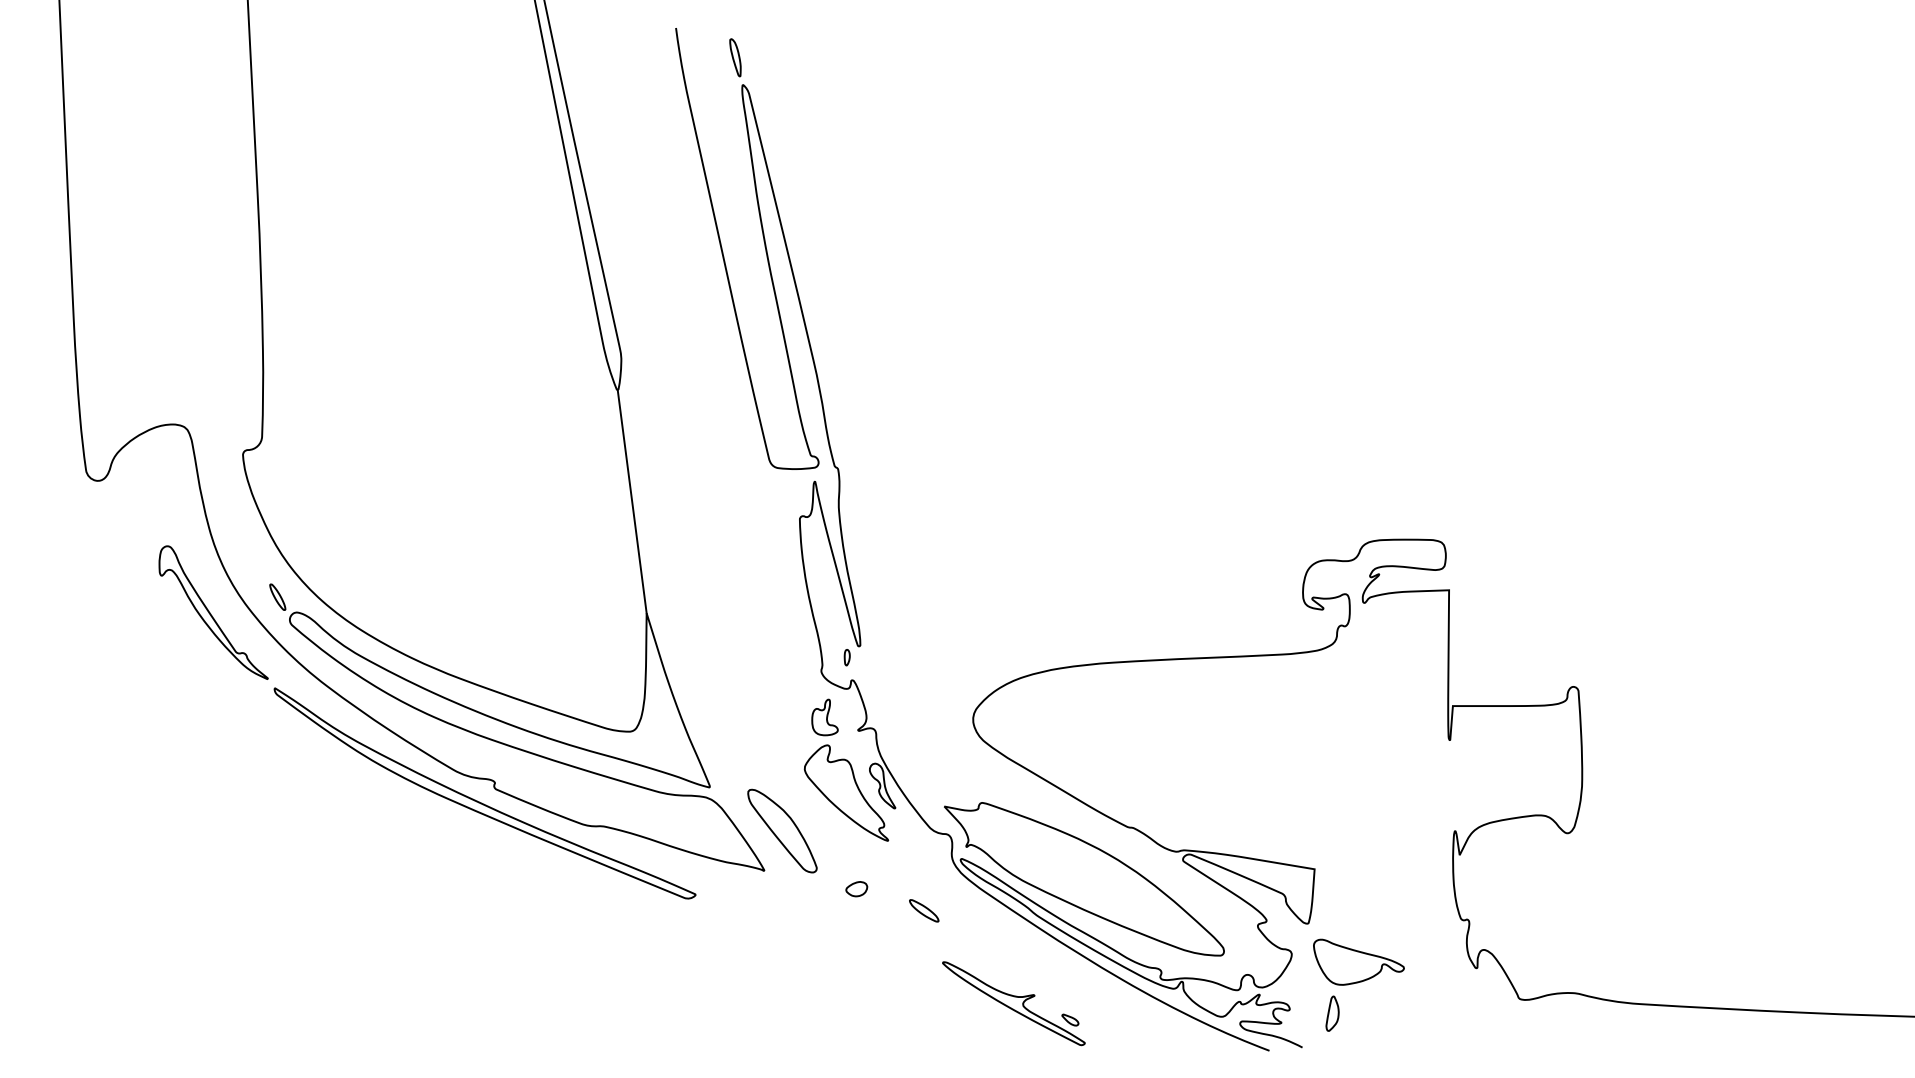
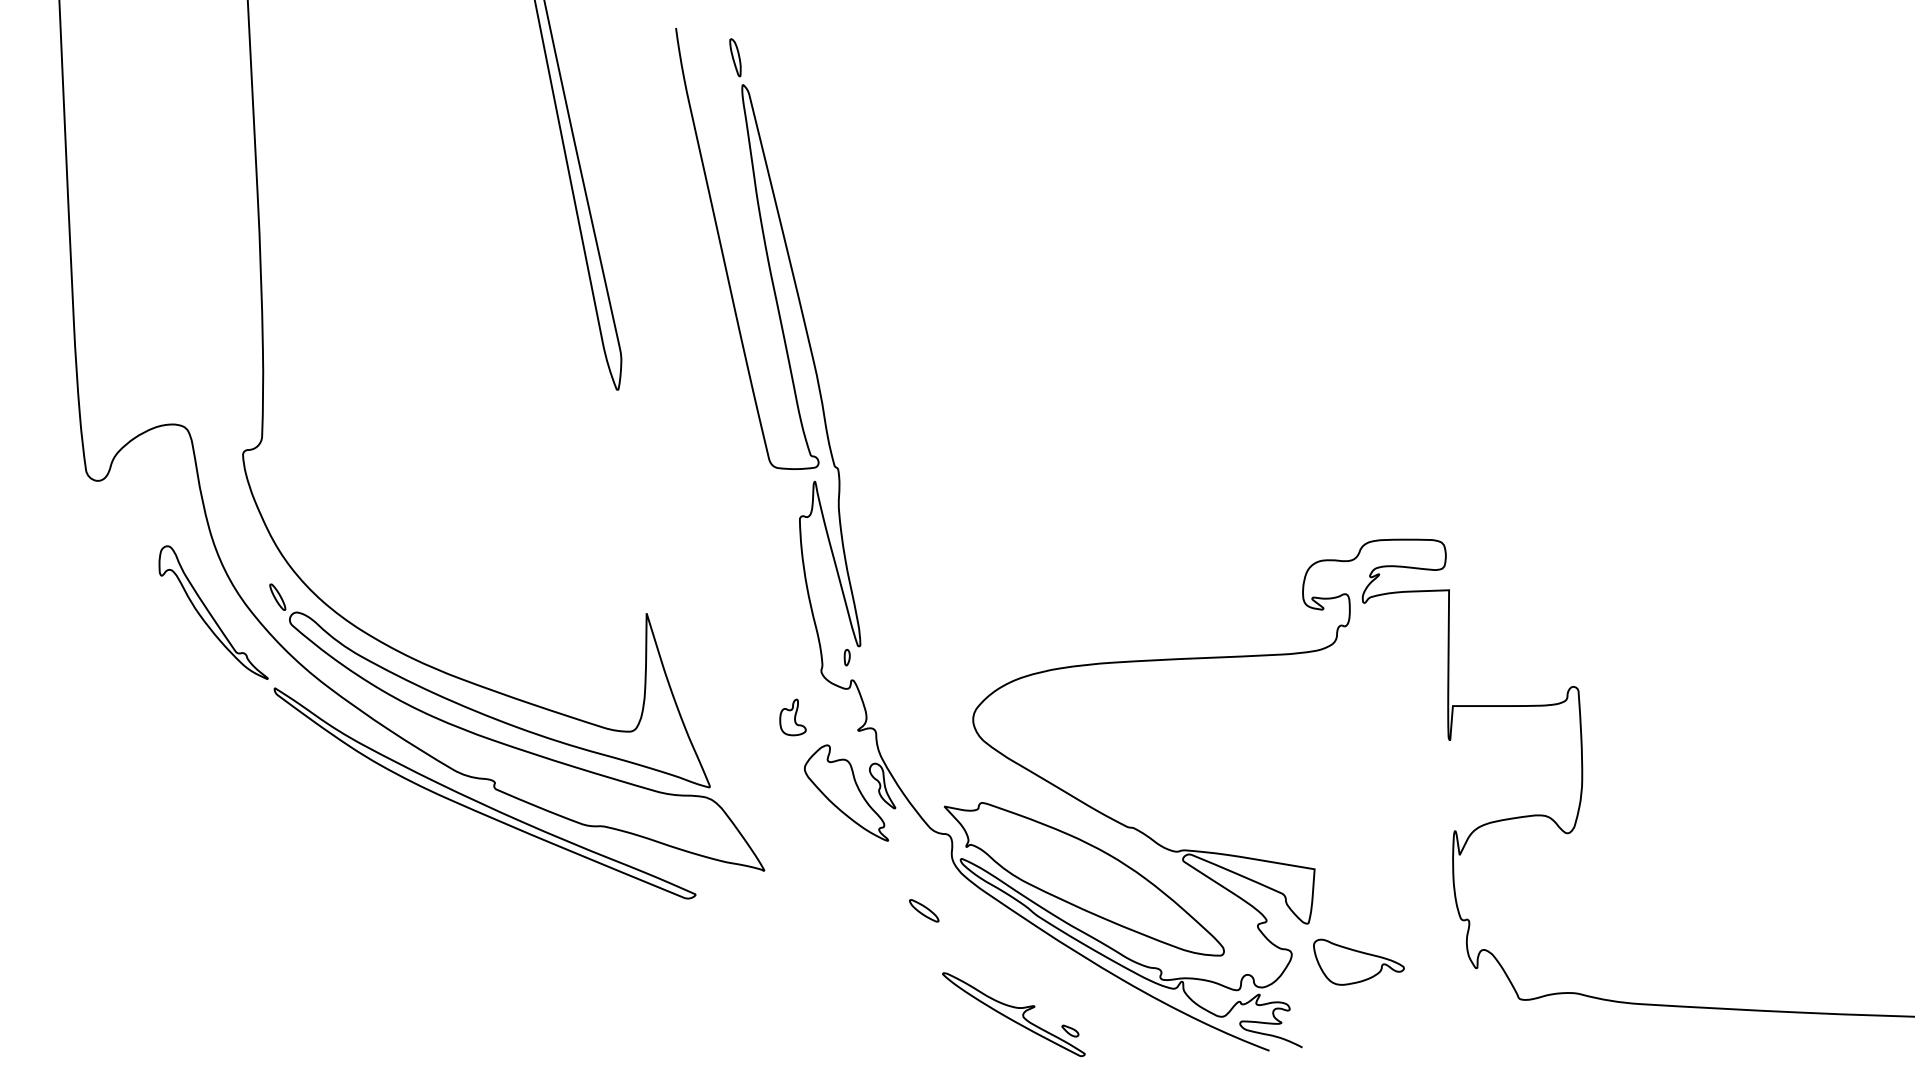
line at (631, 501): present -> none
part at (824, 717) position: (824, 717) -> (792, 717)
part at (782, 830): present -> none
part at (856, 889): present -> none
part at (1013, 1003) position: (1013, 1003) -> (1013, 1014)
part at (1332, 1013): present -> none
